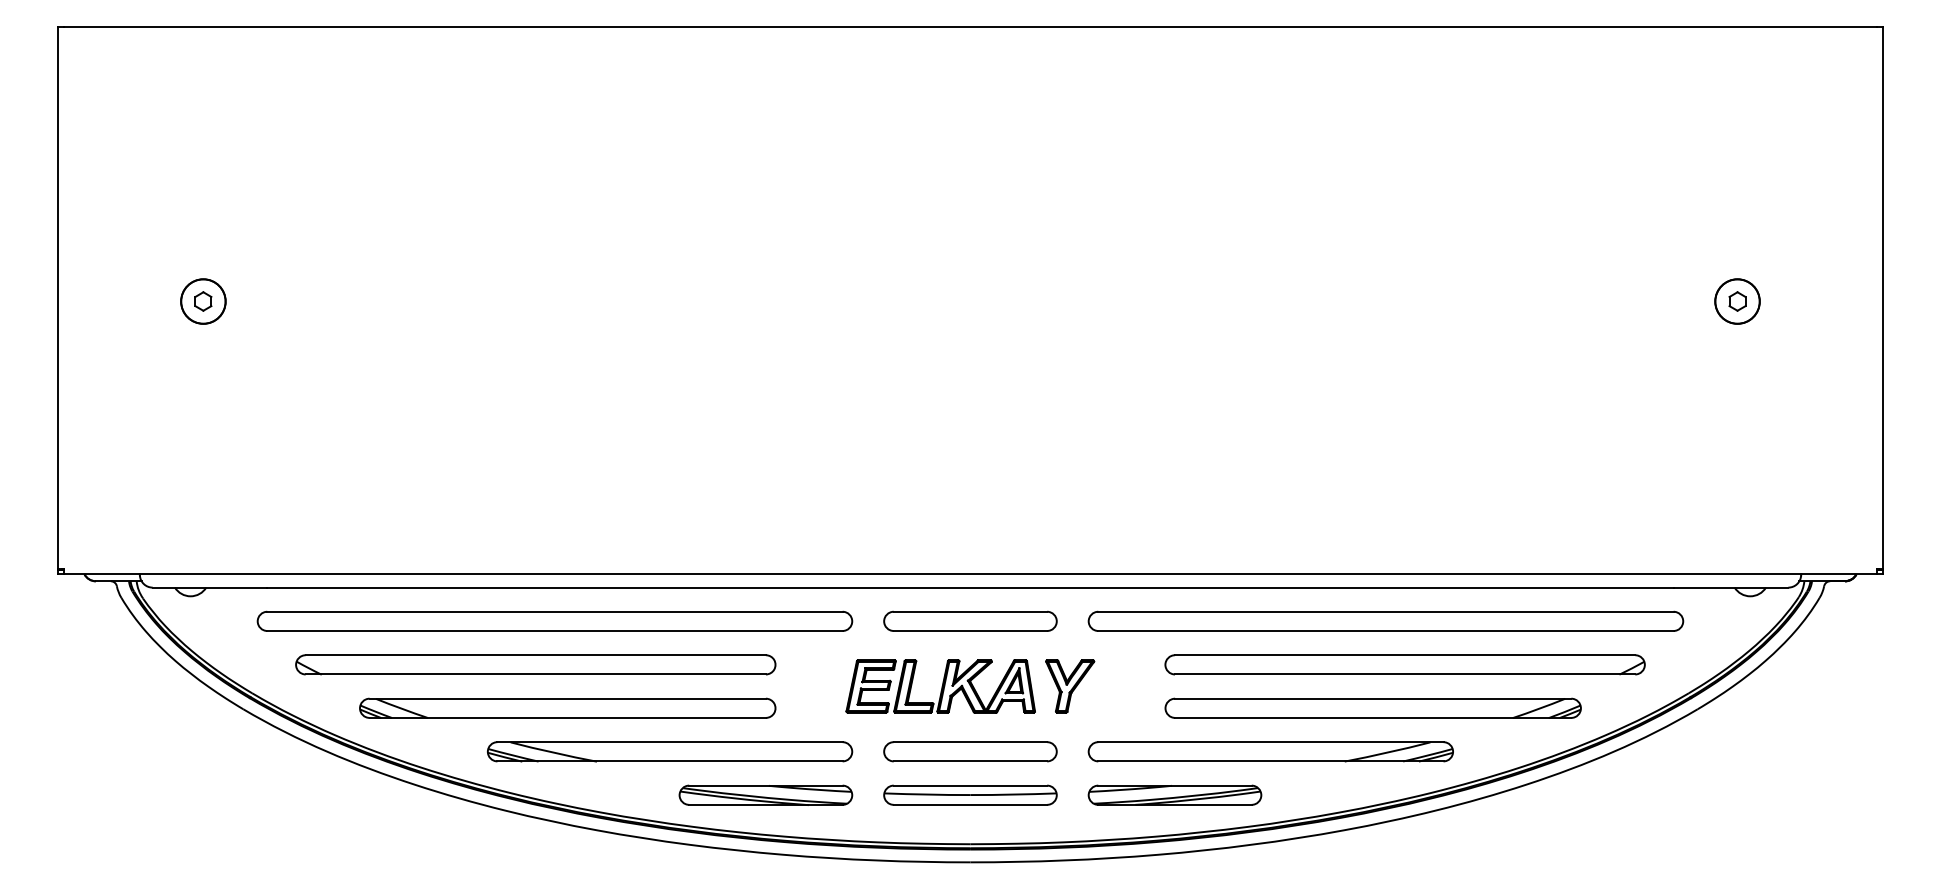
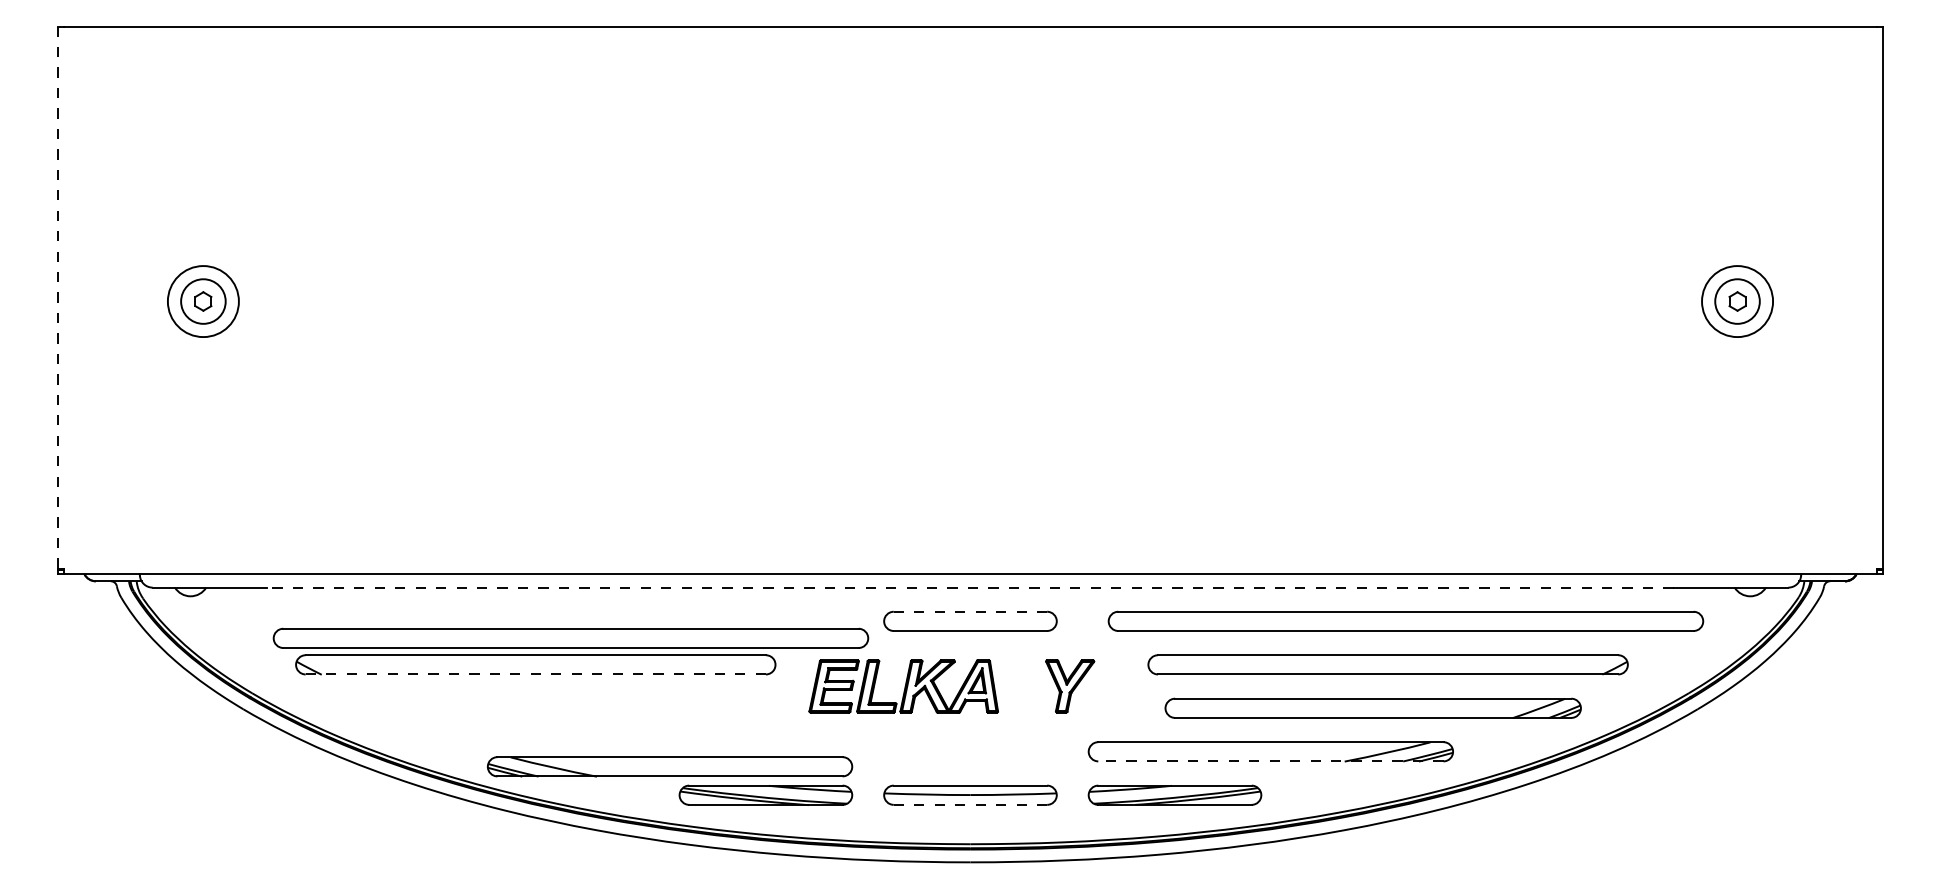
line at (58, 297): solid -> dashed
circle at (203, 301) diameter: 44 px -> 71 px
circle at (1737, 301) diameter: 44 px -> 71 px
line at (969, 587): solid -> dashed
line at (970, 611): solid -> dashed
part at (554, 620) position: (554, 620) -> (570, 637)
part at (1385, 620) position: (1385, 620) -> (1405, 620)
part at (1404, 664) position: (1404, 664) -> (1387, 664)
line at (536, 674): solid -> dashed
part at (940, 686) position: (940, 686) -> (903, 686)
part at (567, 707): present -> none
part at (670, 751) position: (670, 751) -> (670, 766)
part at (970, 751): present -> none
line at (1270, 761): solid -> dashed
line at (970, 804): solid -> dashed
